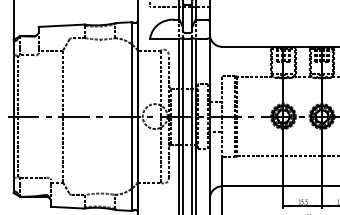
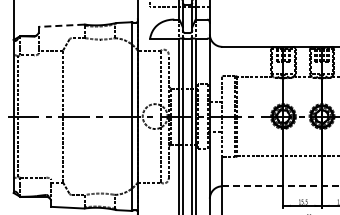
line at (61, 25): solid -> dashed
line at (281, 186): solid -> dashed
